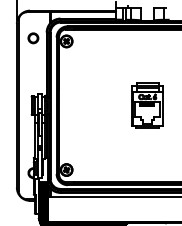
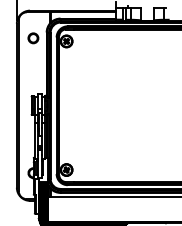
part at (147, 105): present -> none
